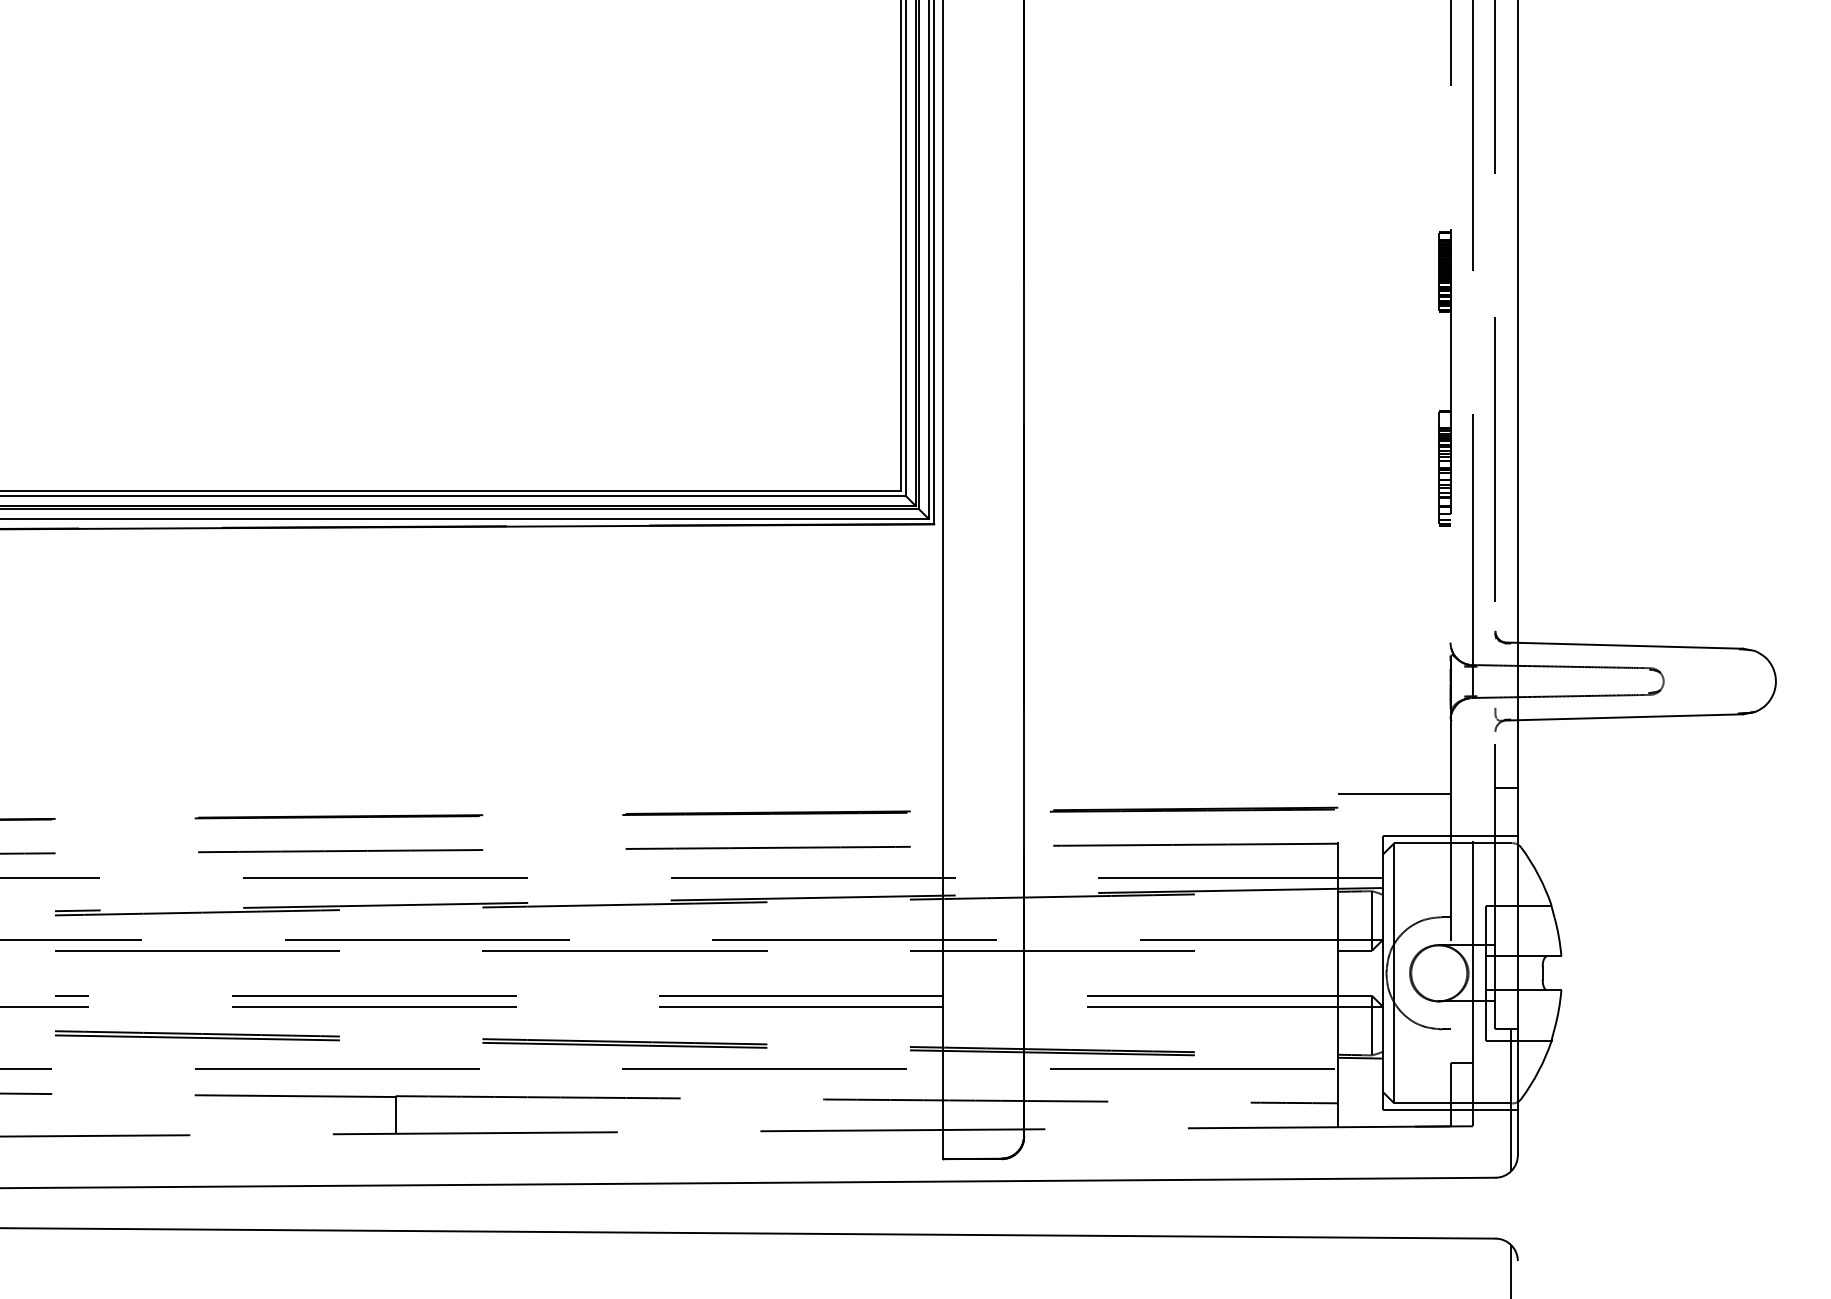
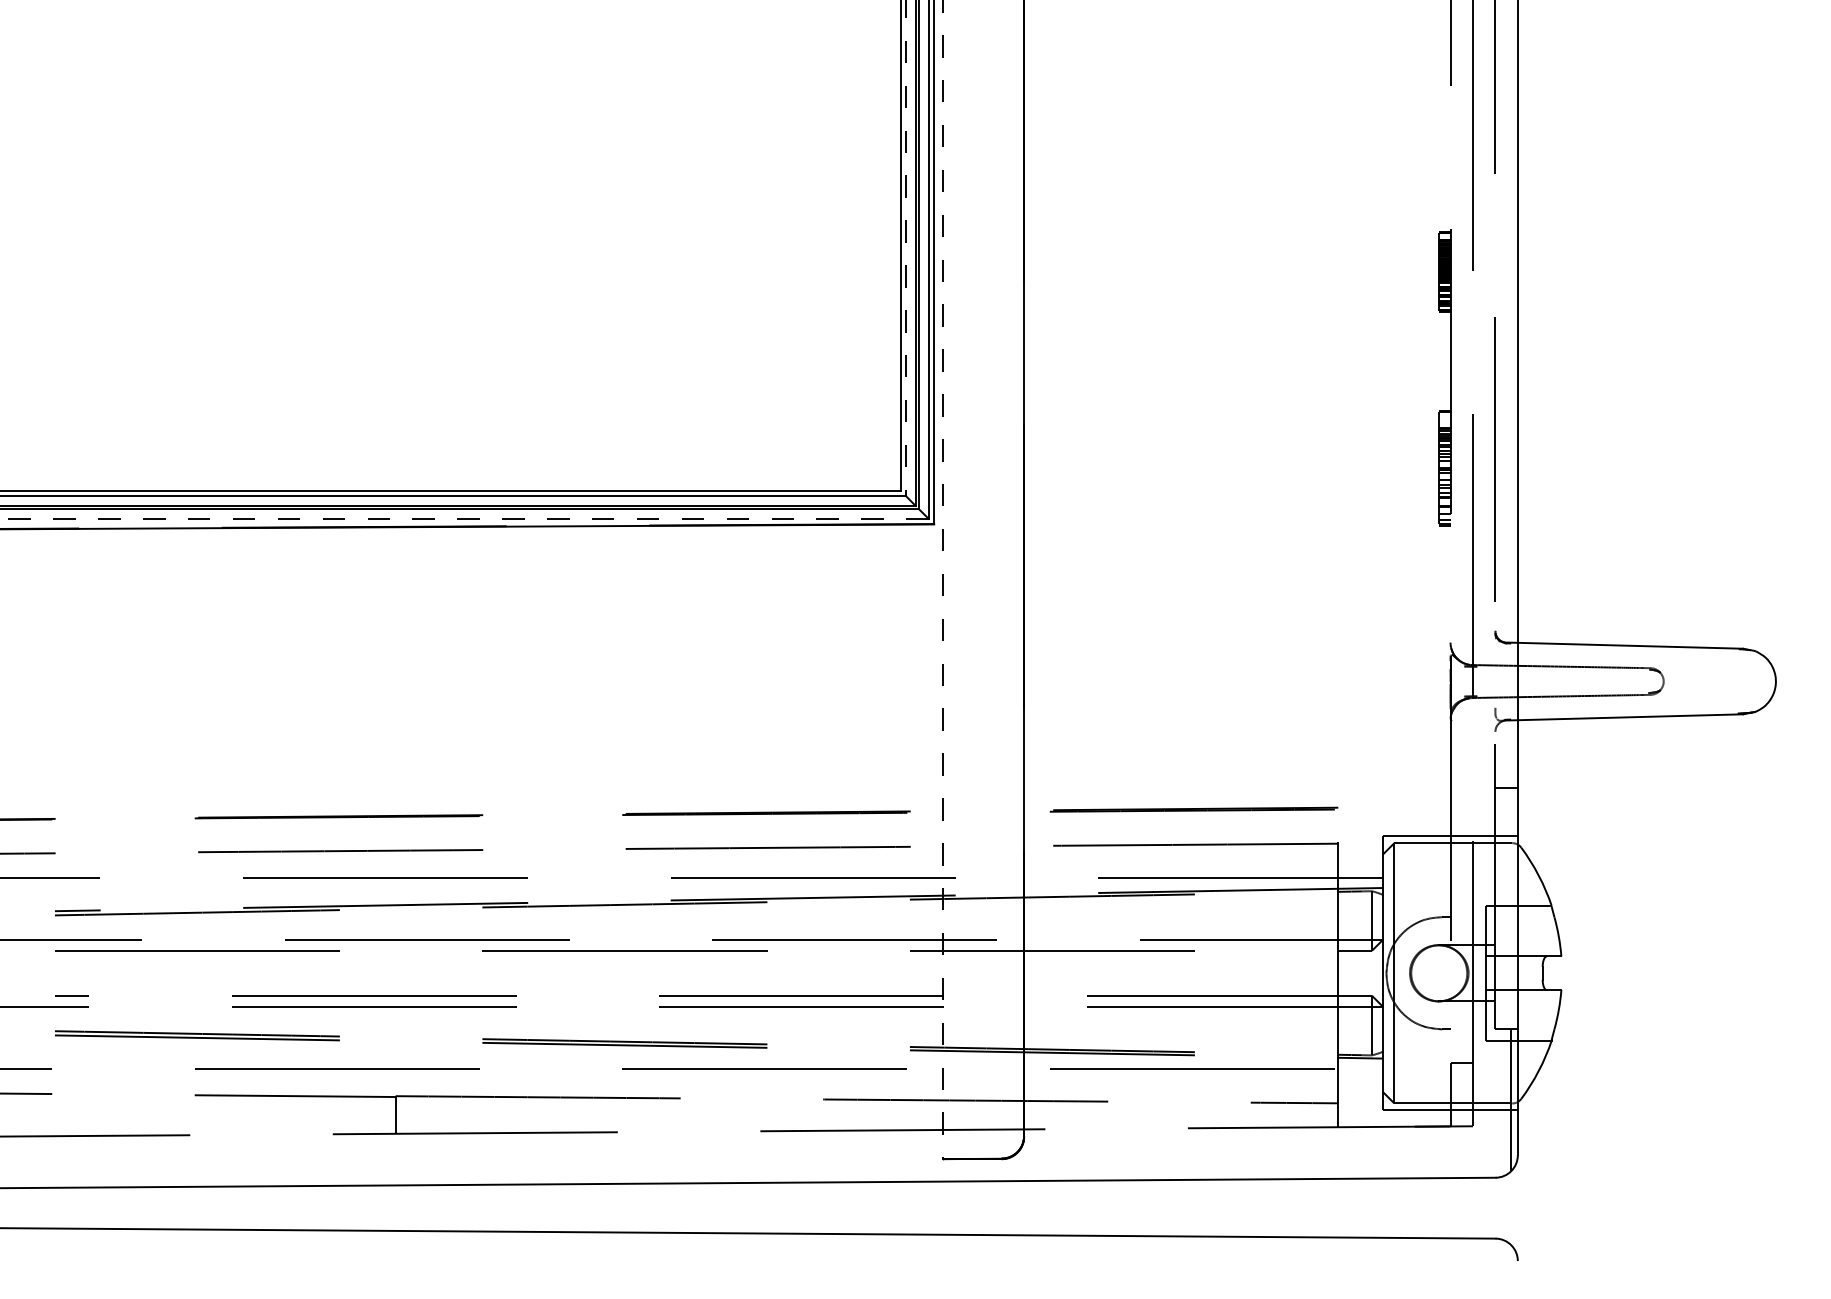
line at (906, 248): solid -> dashed
line at (463, 518): solid -> dashed
line at (943, 579): solid -> dashed
line at (1394, 793): present -> none
line at (1511, 1270): present -> none
